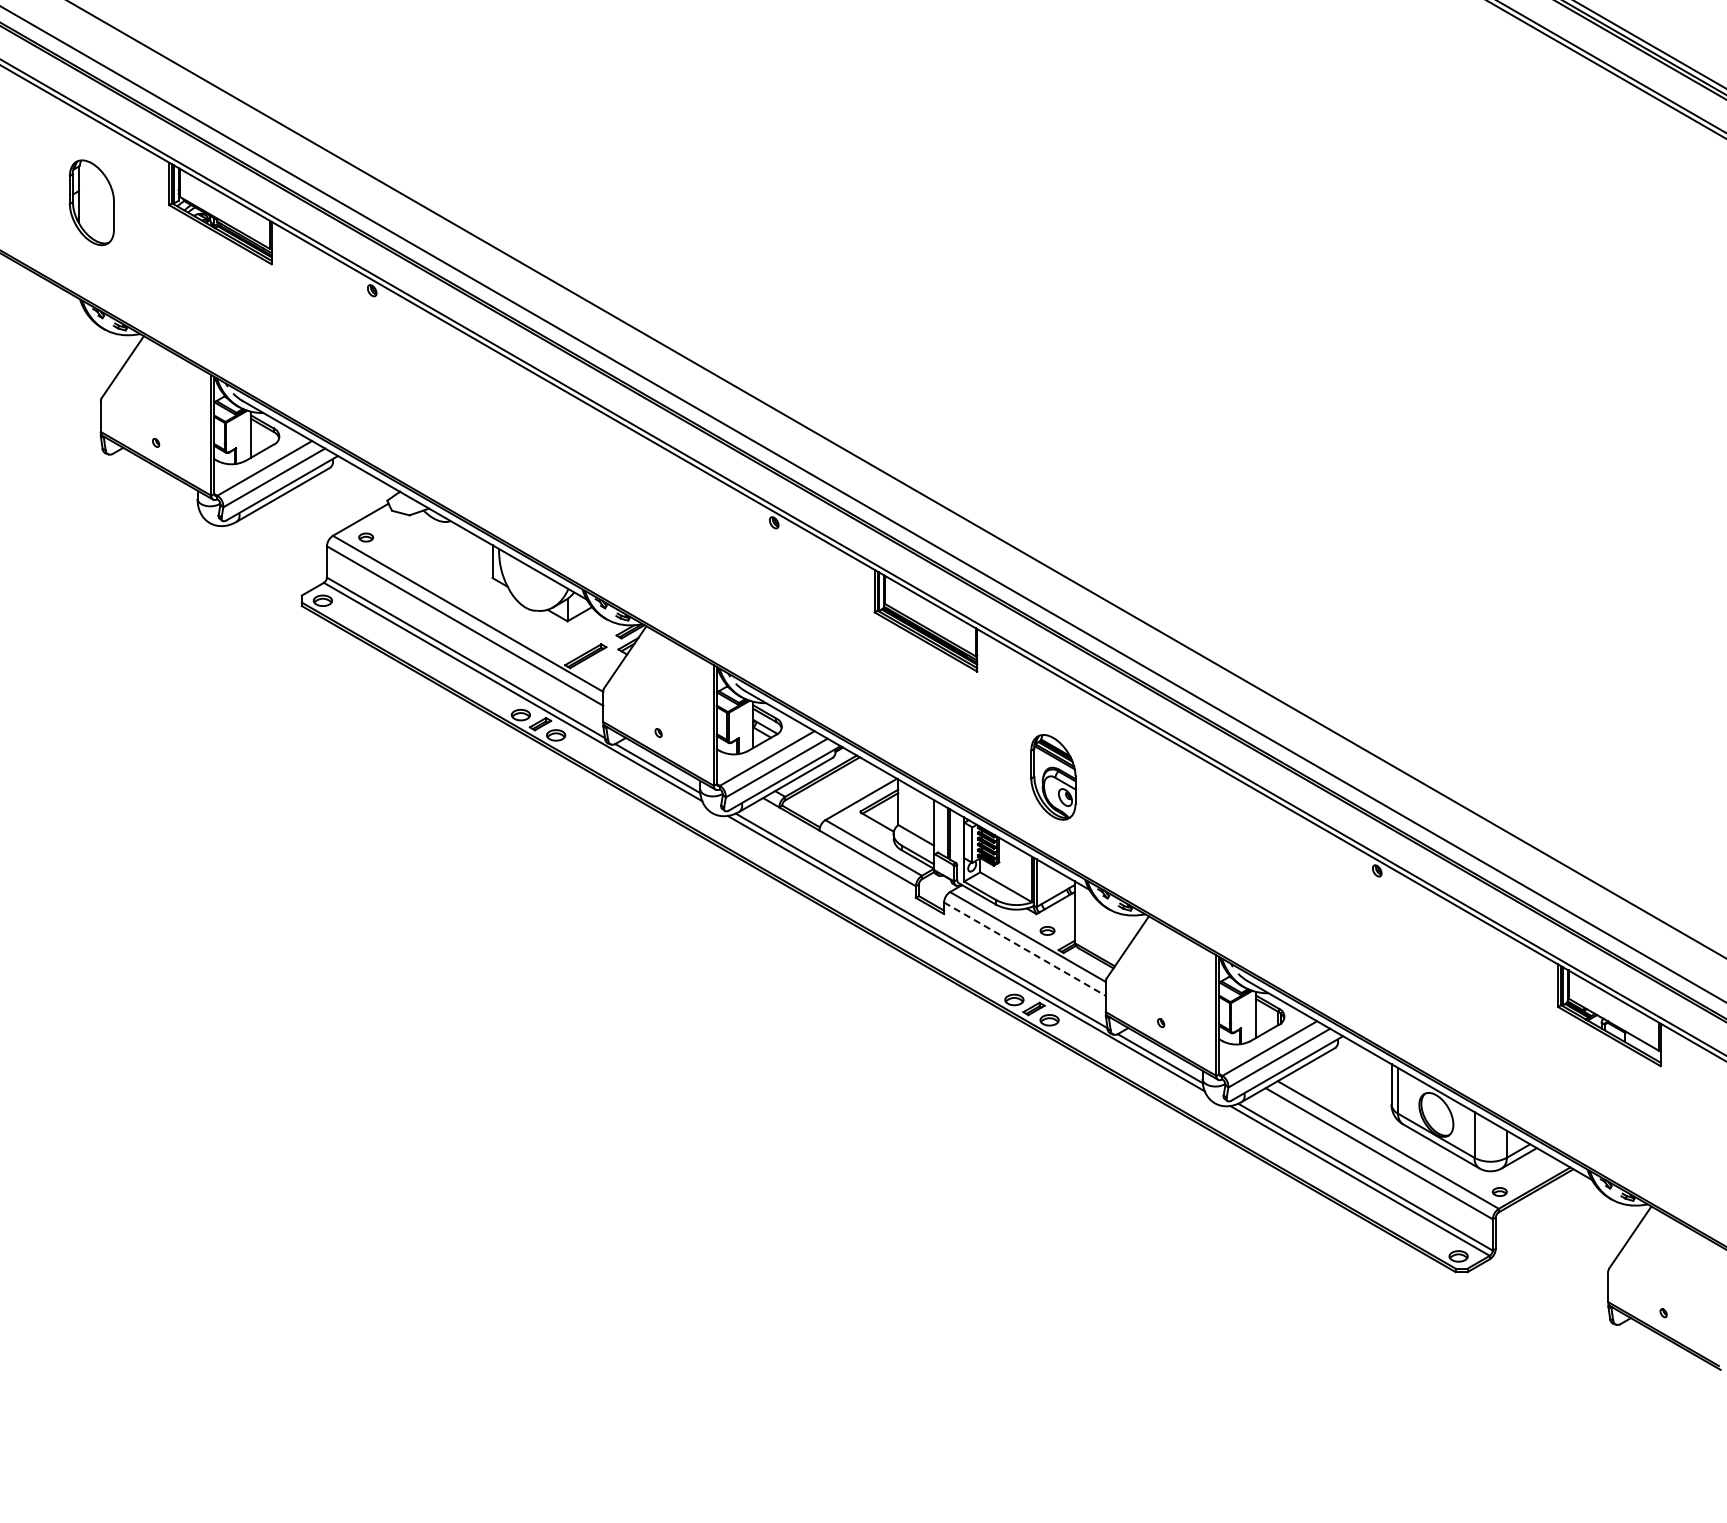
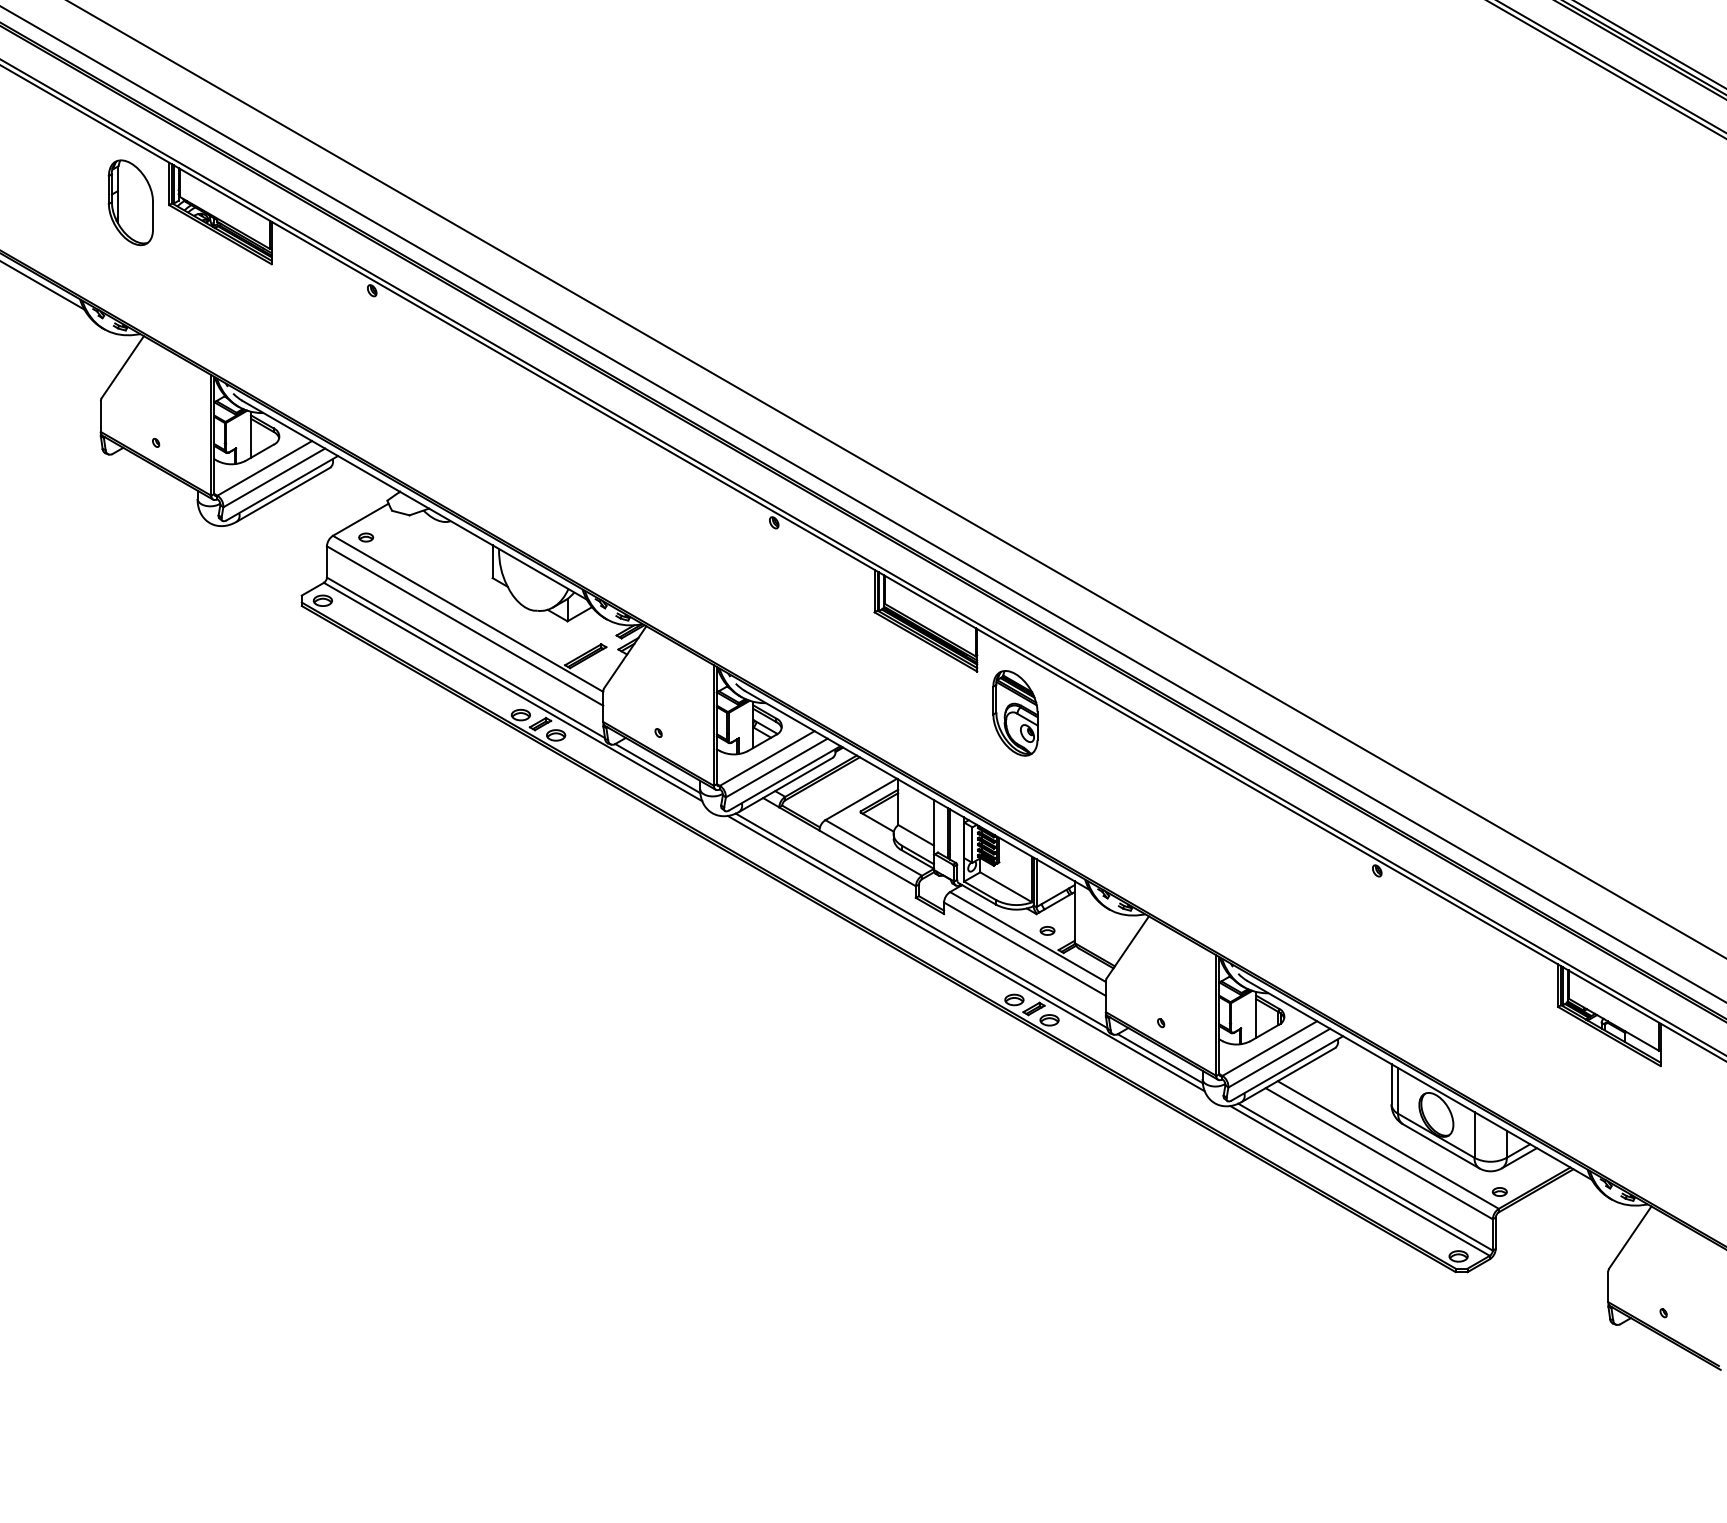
part at (91, 202) position: (91, 202) -> (130, 202)
line at (43, 285): none -> present
part at (1053, 777) position: (1053, 777) -> (1015, 713)
line at (1025, 949): dashed -> solid
